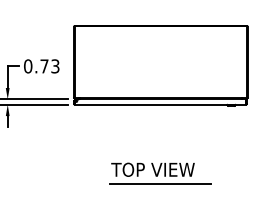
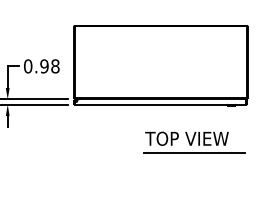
text at (49, 66): 0.73 -> 0.98
part at (160, 173) position: (160, 173) -> (194, 142)
